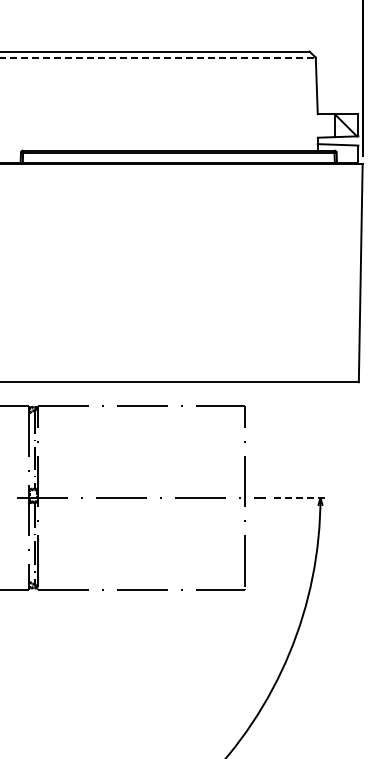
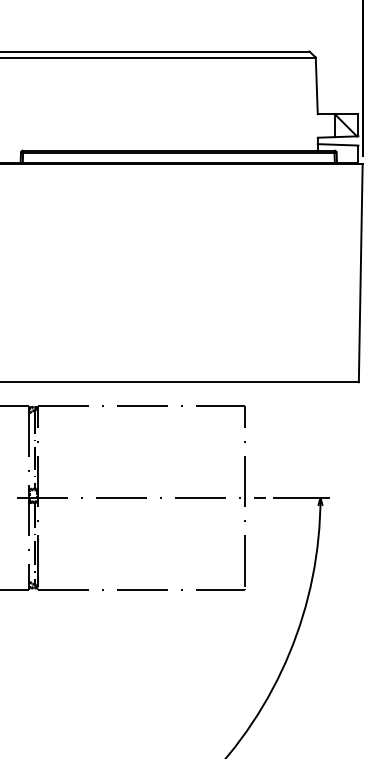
line at (158, 57): dashed -> solid
line at (302, 497): dashed -> solid
